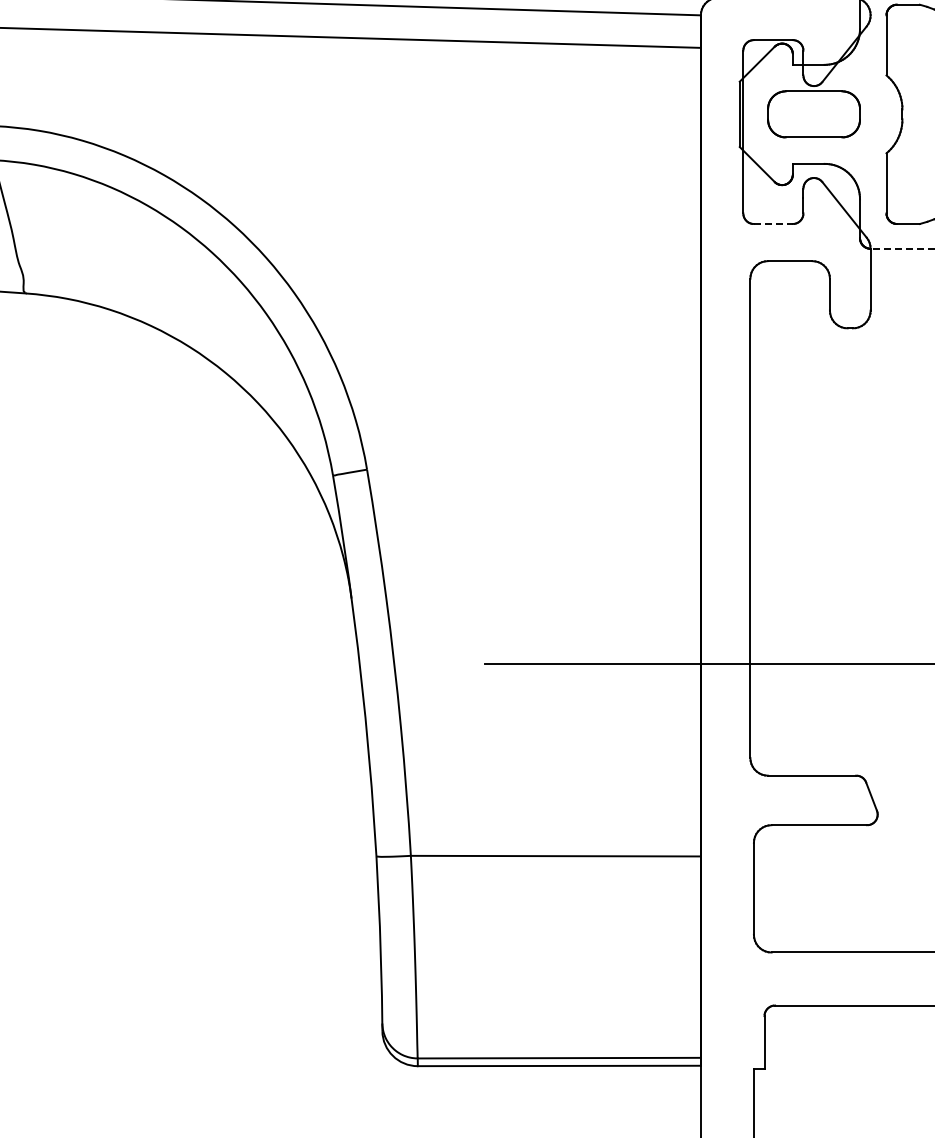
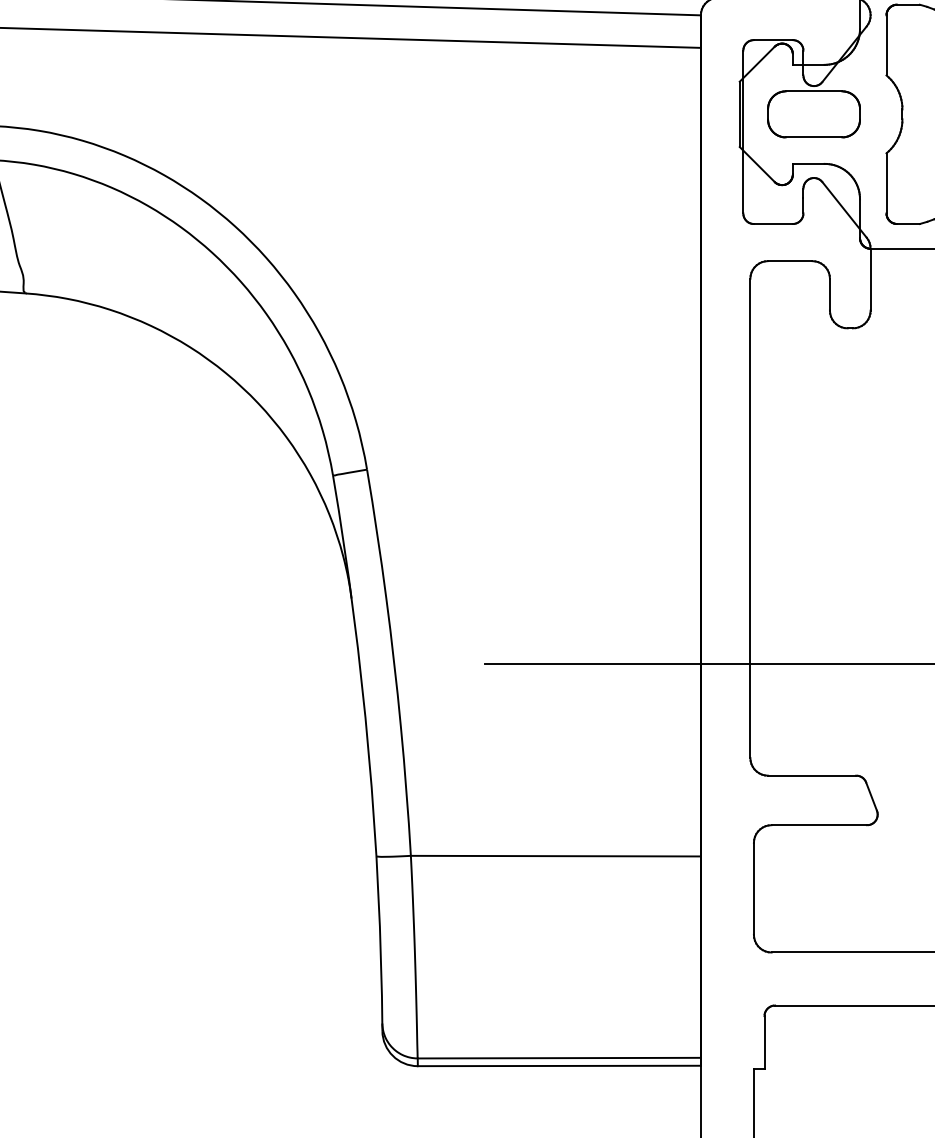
line at (773, 224): dashed -> solid
line at (902, 248): dashed -> solid
